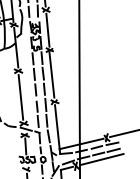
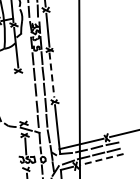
line at (51, 75): solid -> dashed
line at (20, 97): present -> none
line at (101, 159): solid -> dashed
